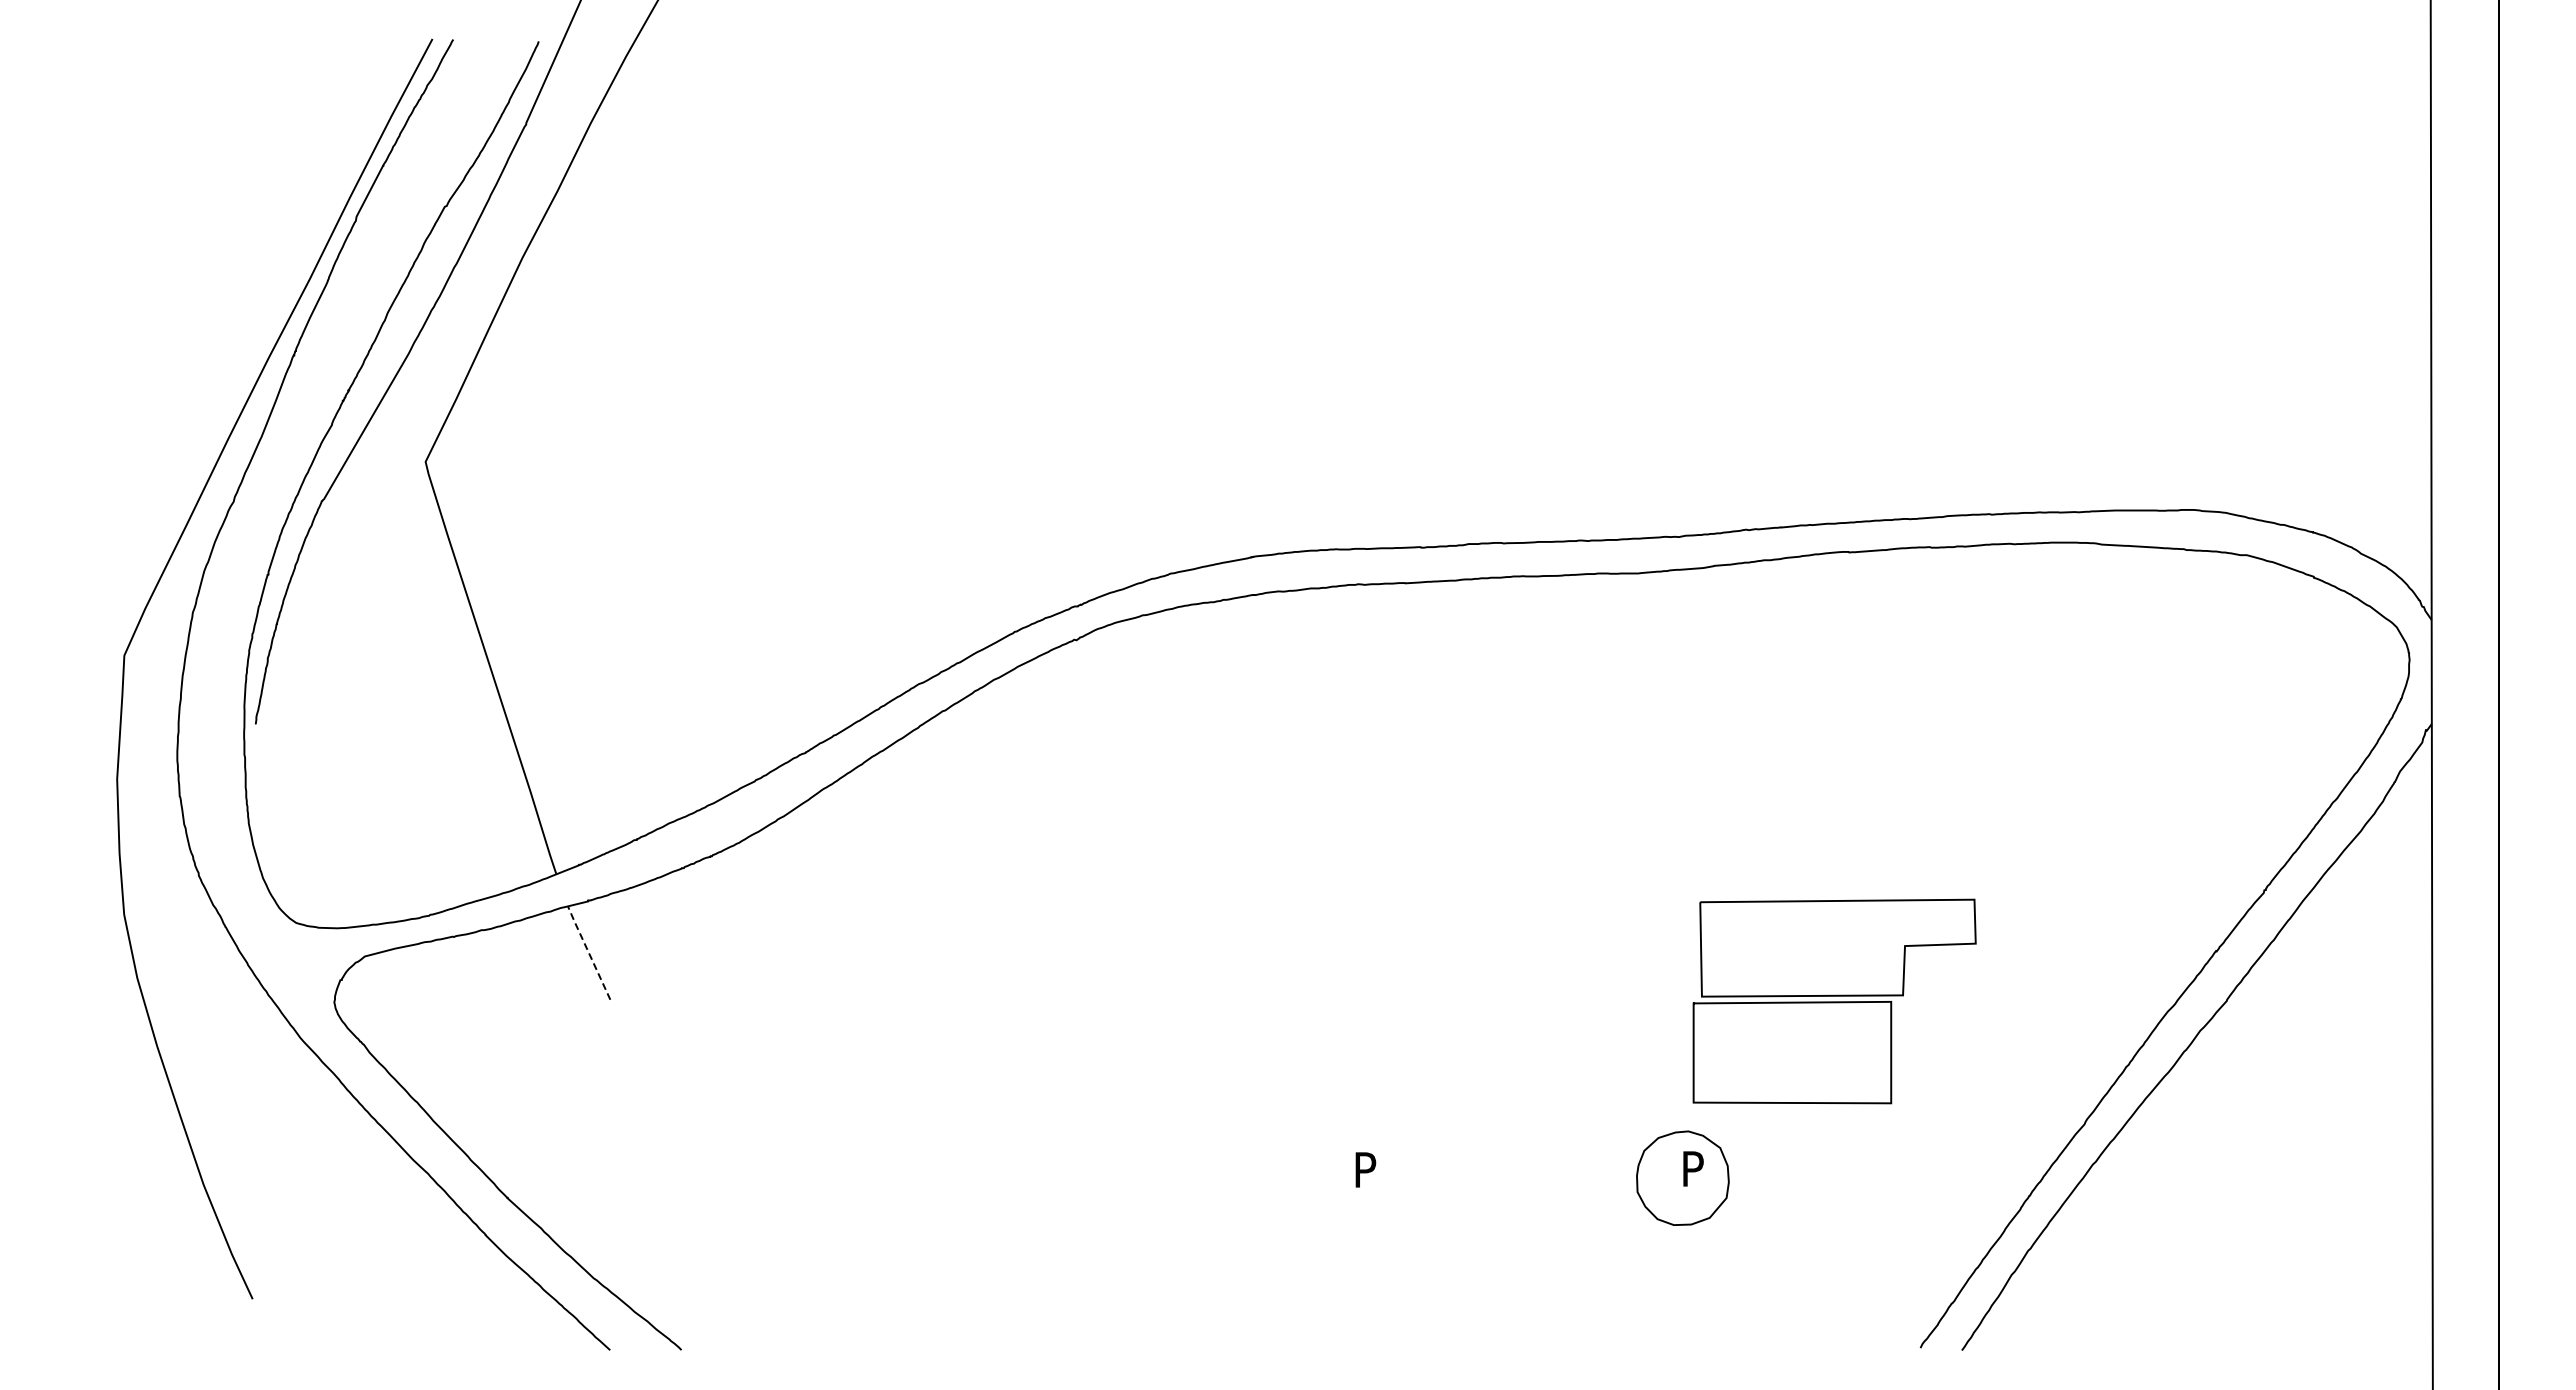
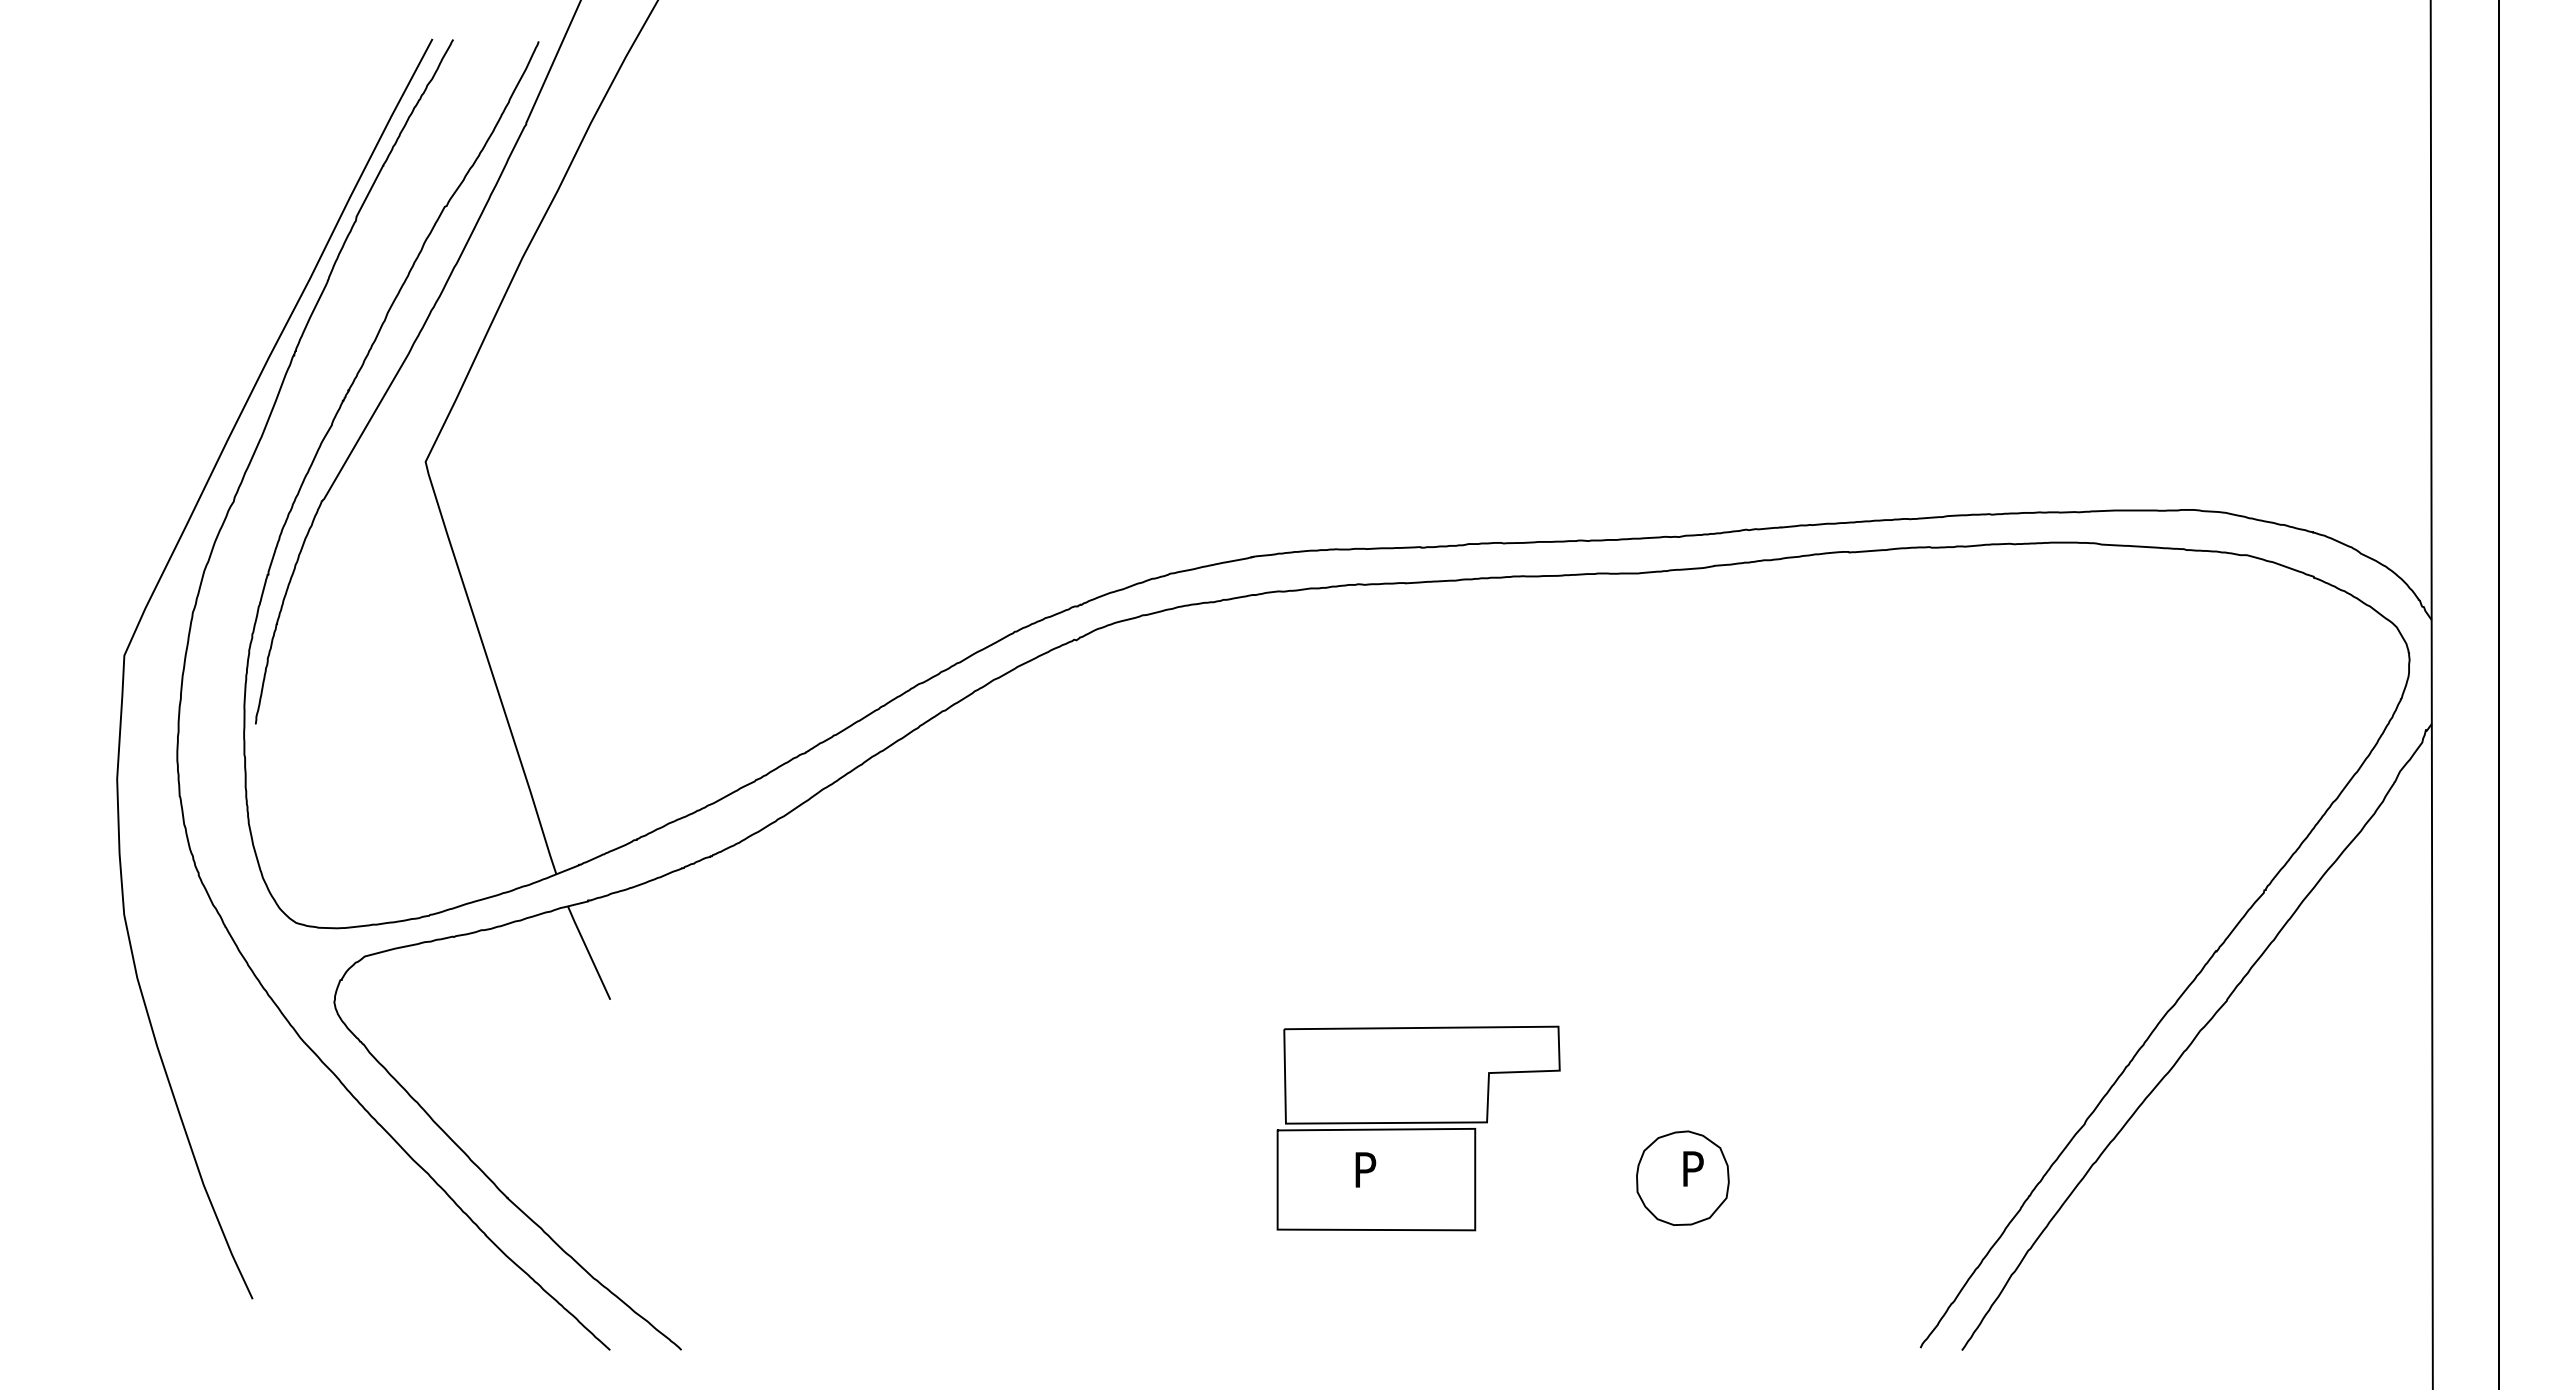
line at (588, 952): dashed -> solid
part at (1834, 1001) position: (1834, 1001) -> (1418, 1128)
